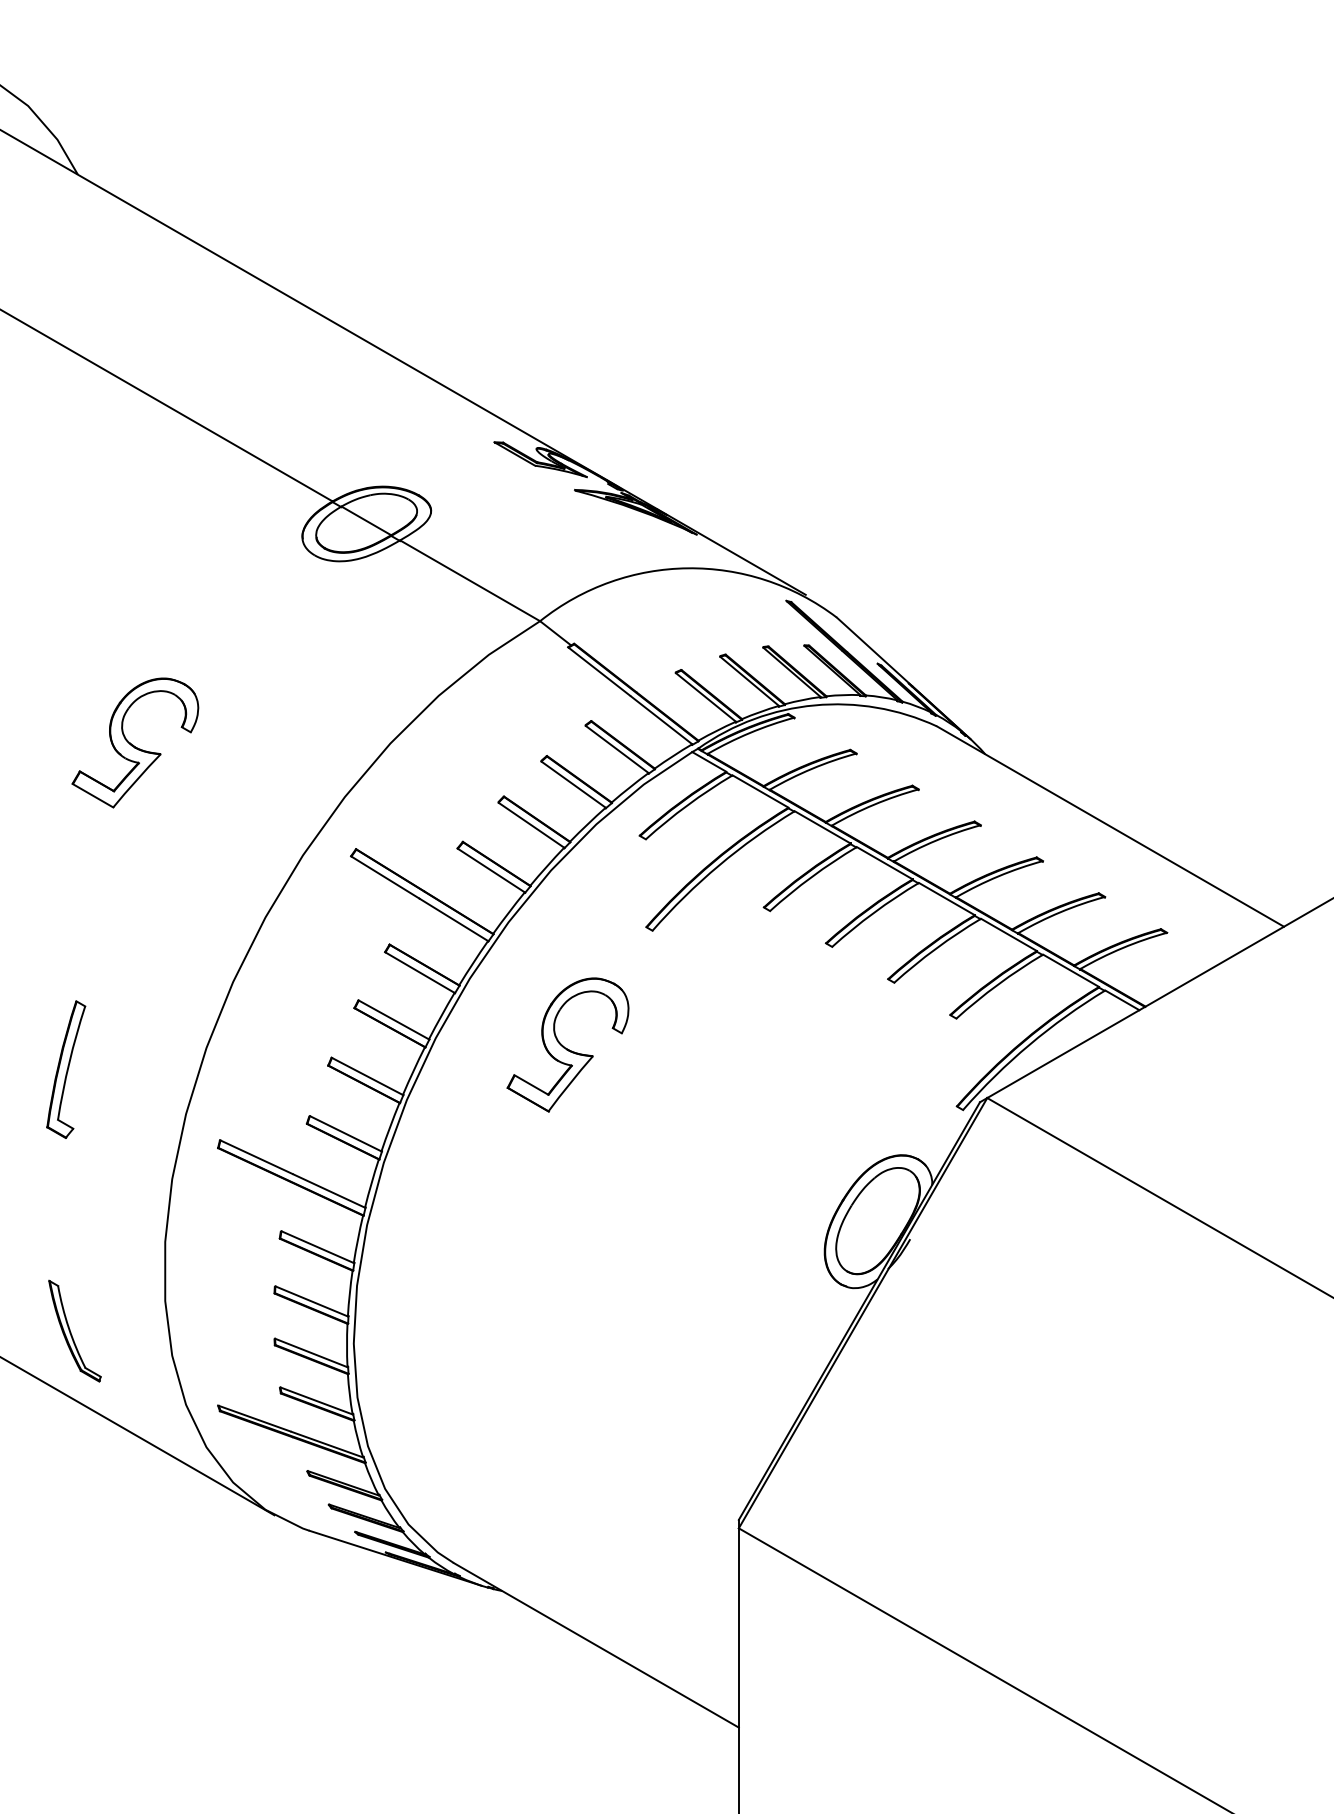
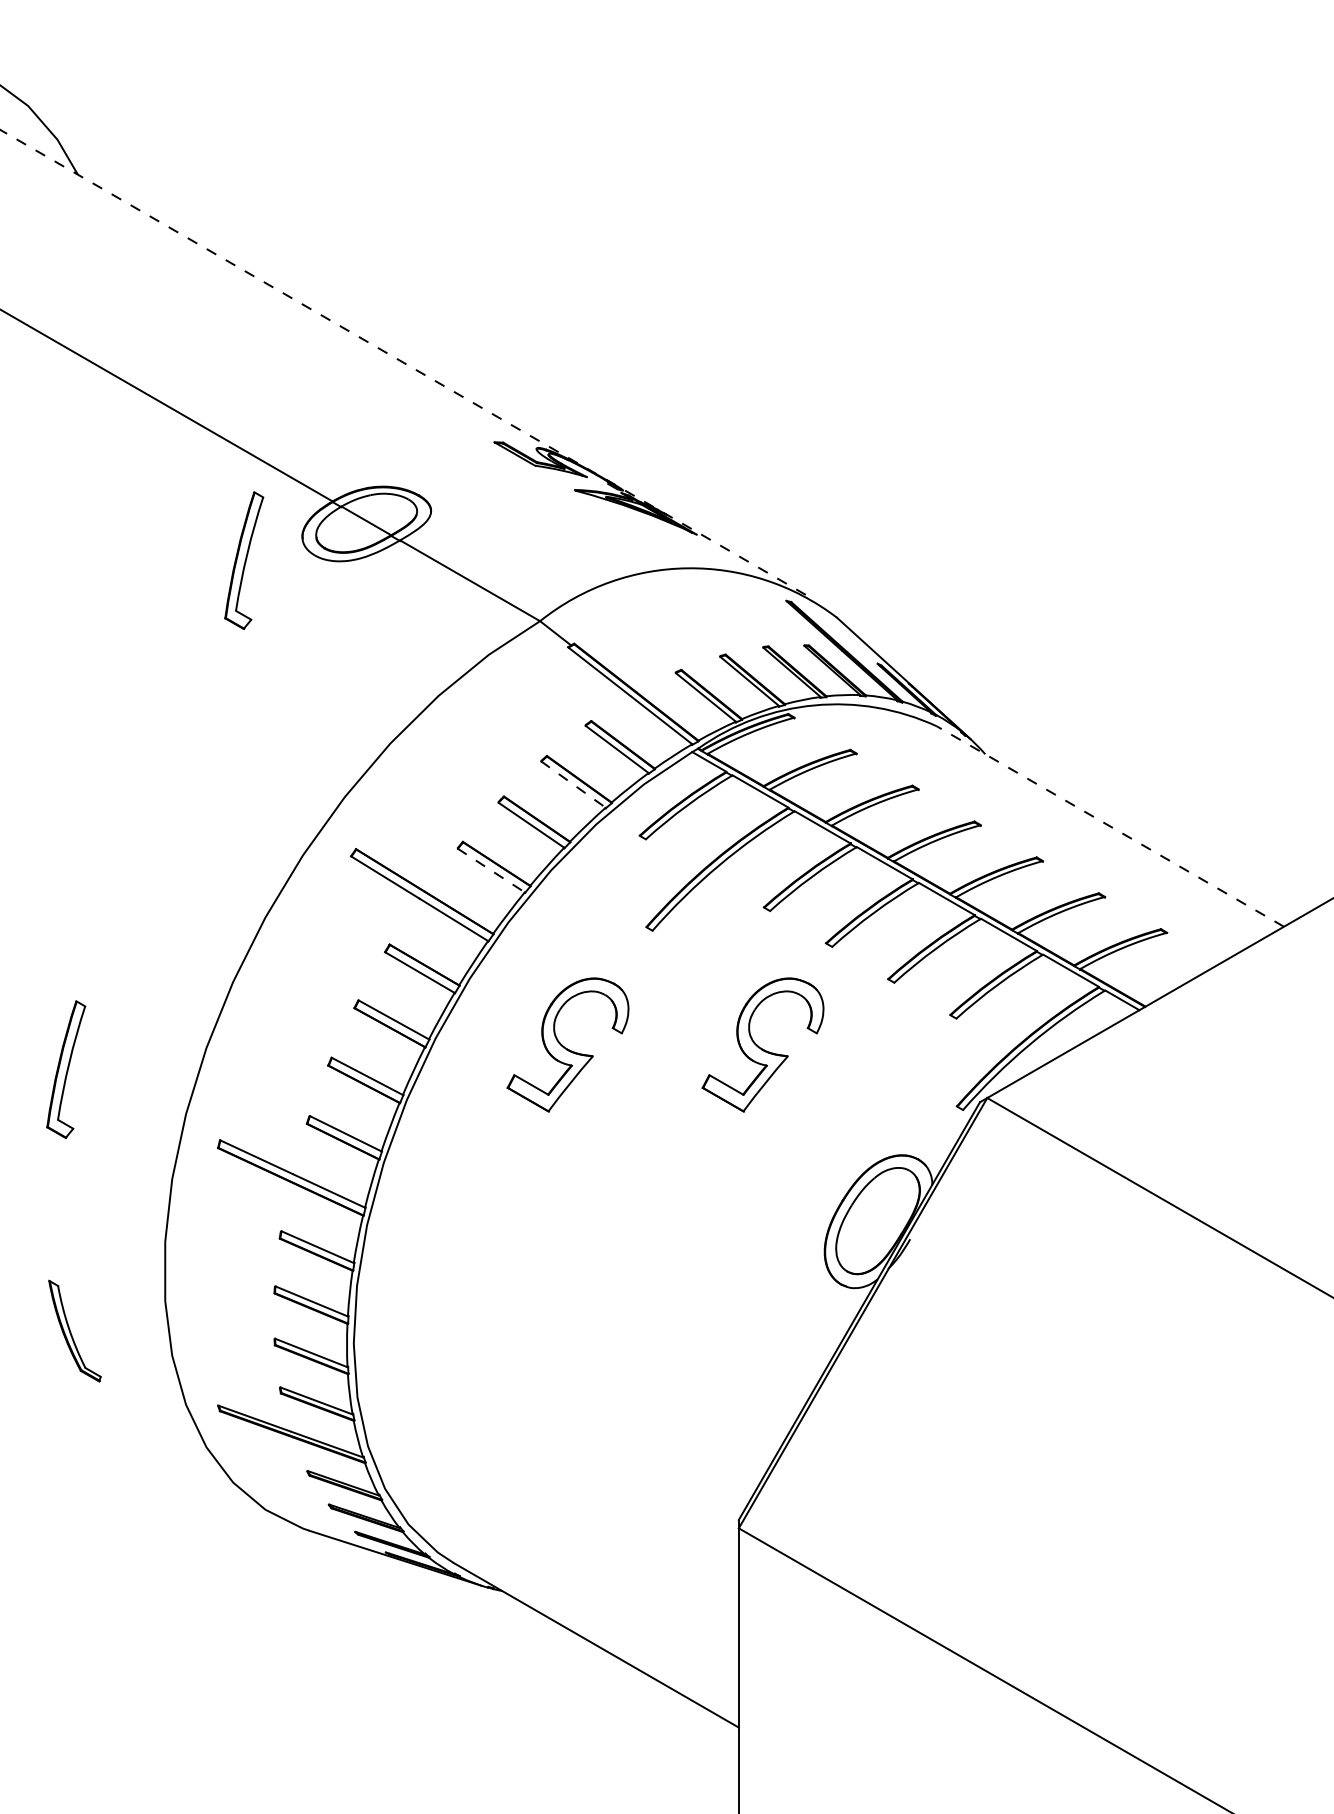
line at (402, 362): solid -> dashed
part at (244, 560): none -> present
part at (135, 742): present -> none
line at (573, 784): solid -> dashed
line at (1110, 826): solid -> dashed
line at (491, 870): solid -> dashed
part at (762, 1044): none -> present
line at (138, 1436): present -> none
